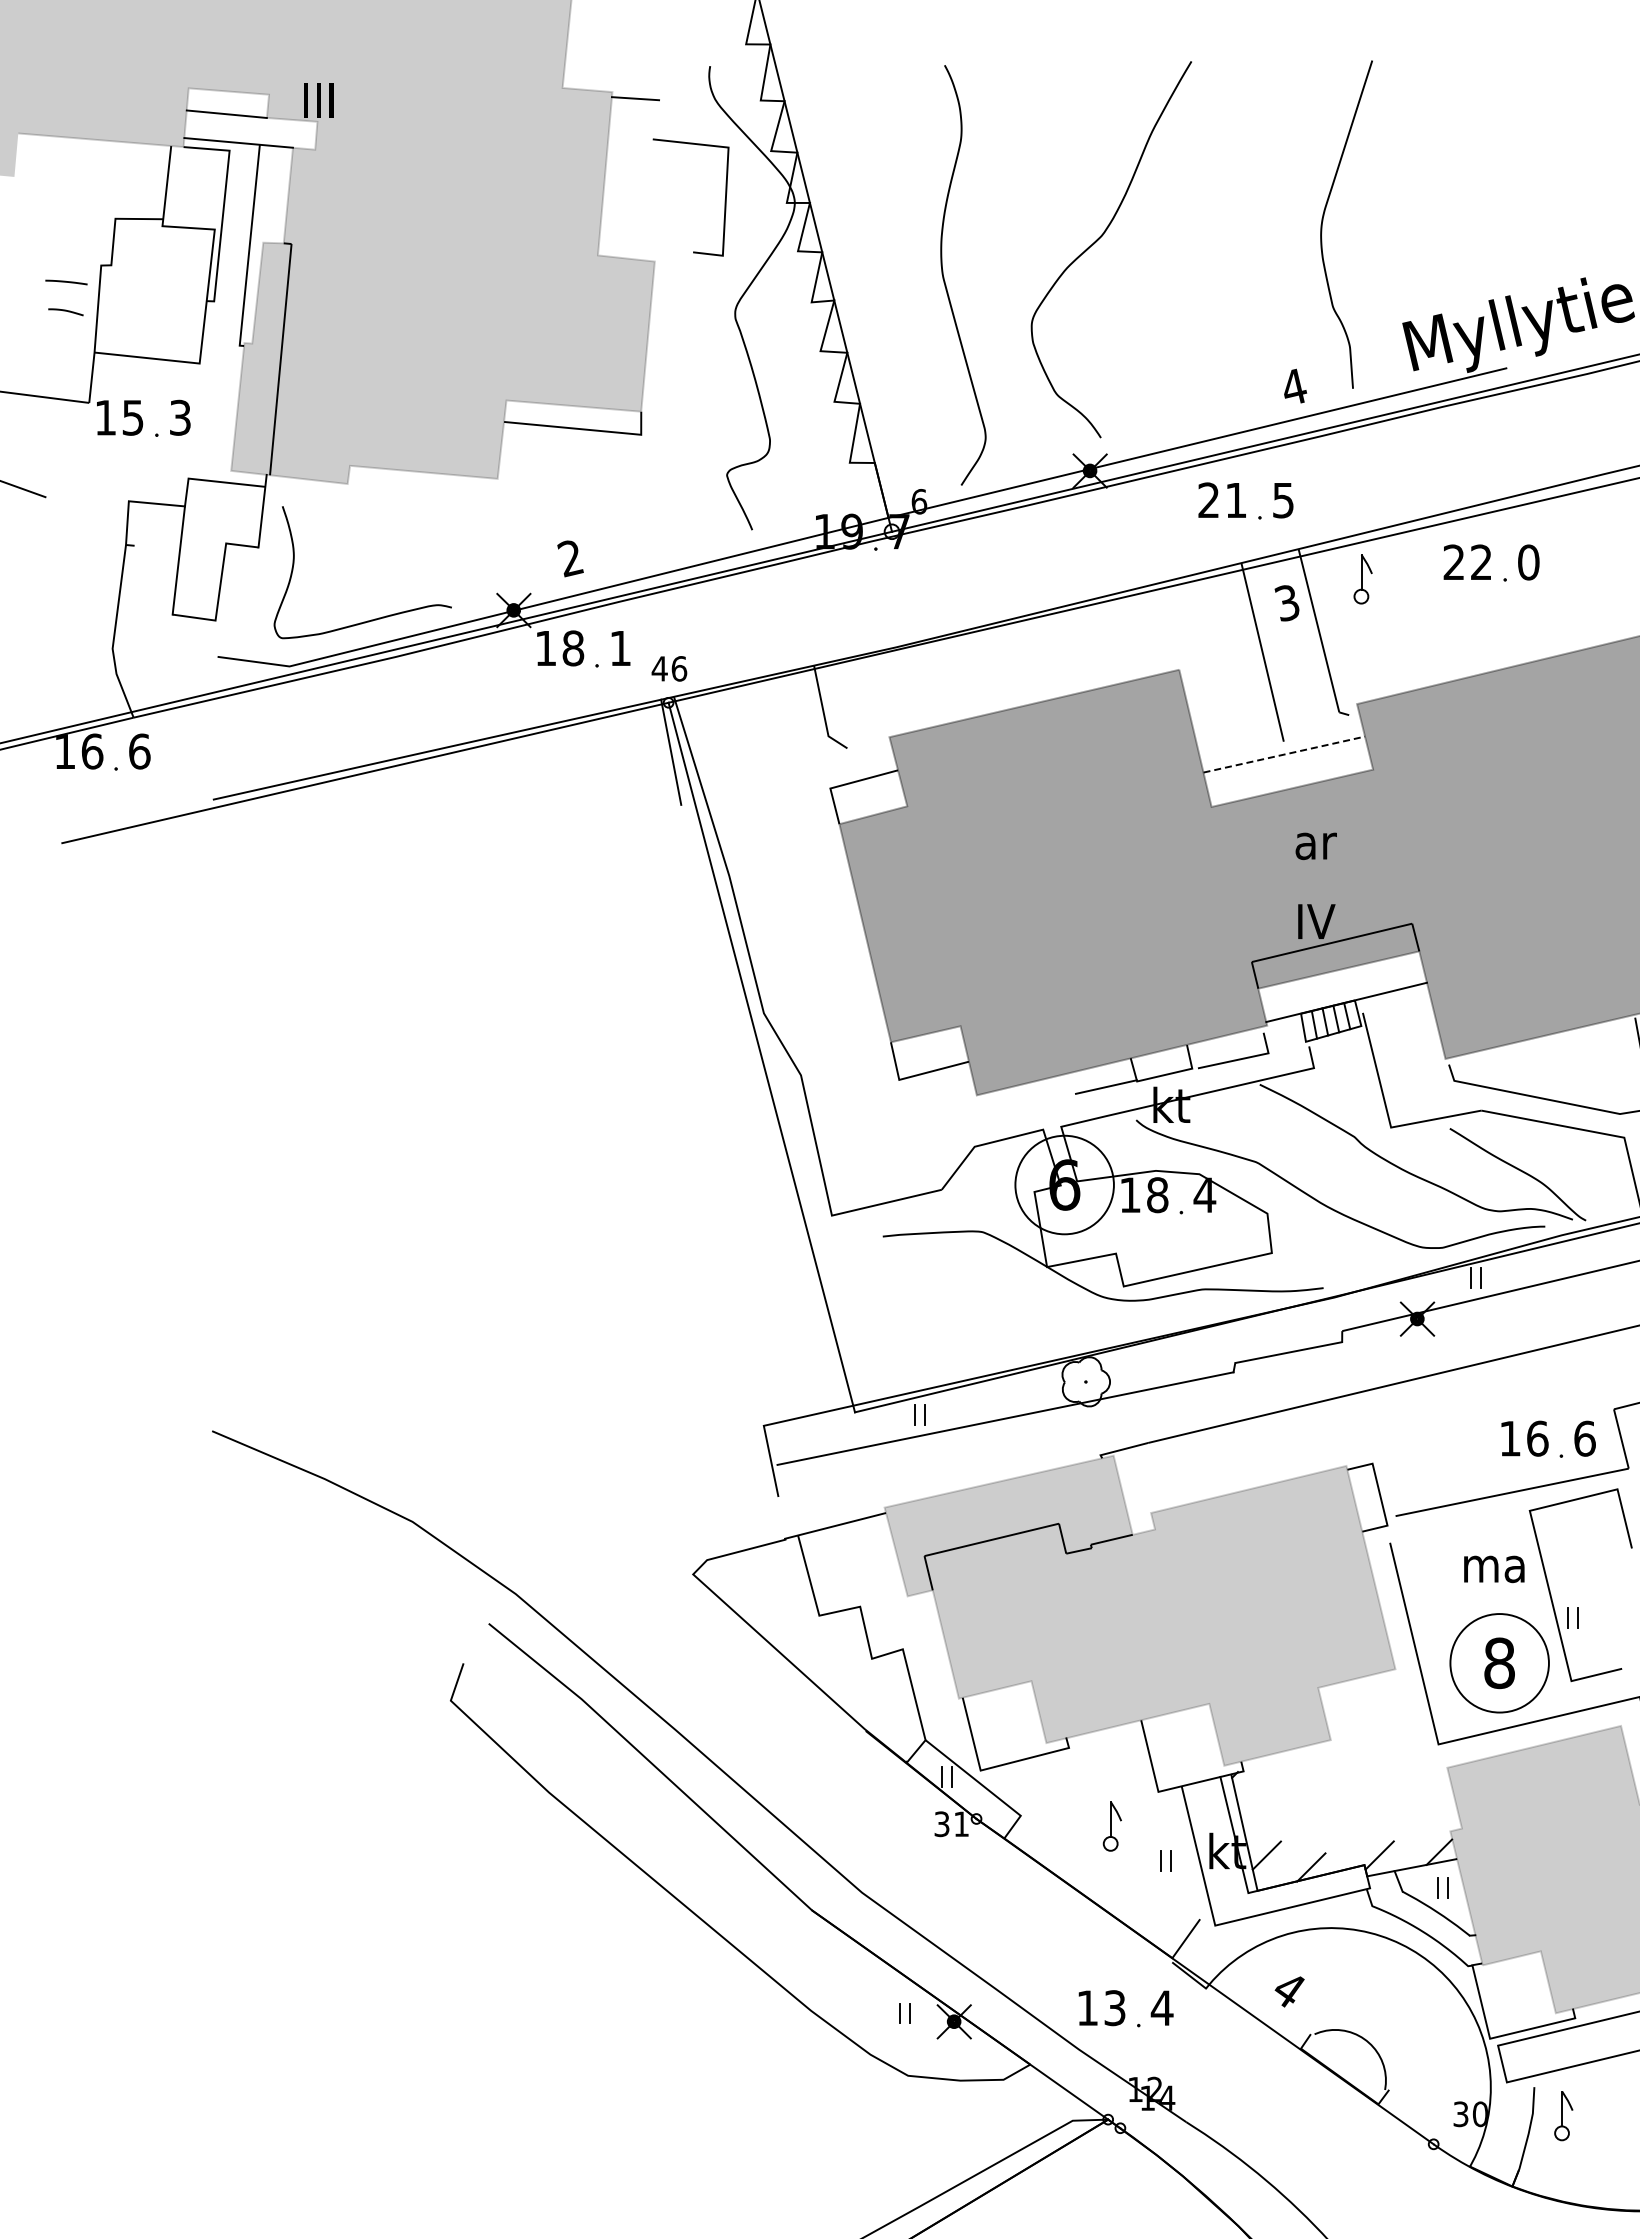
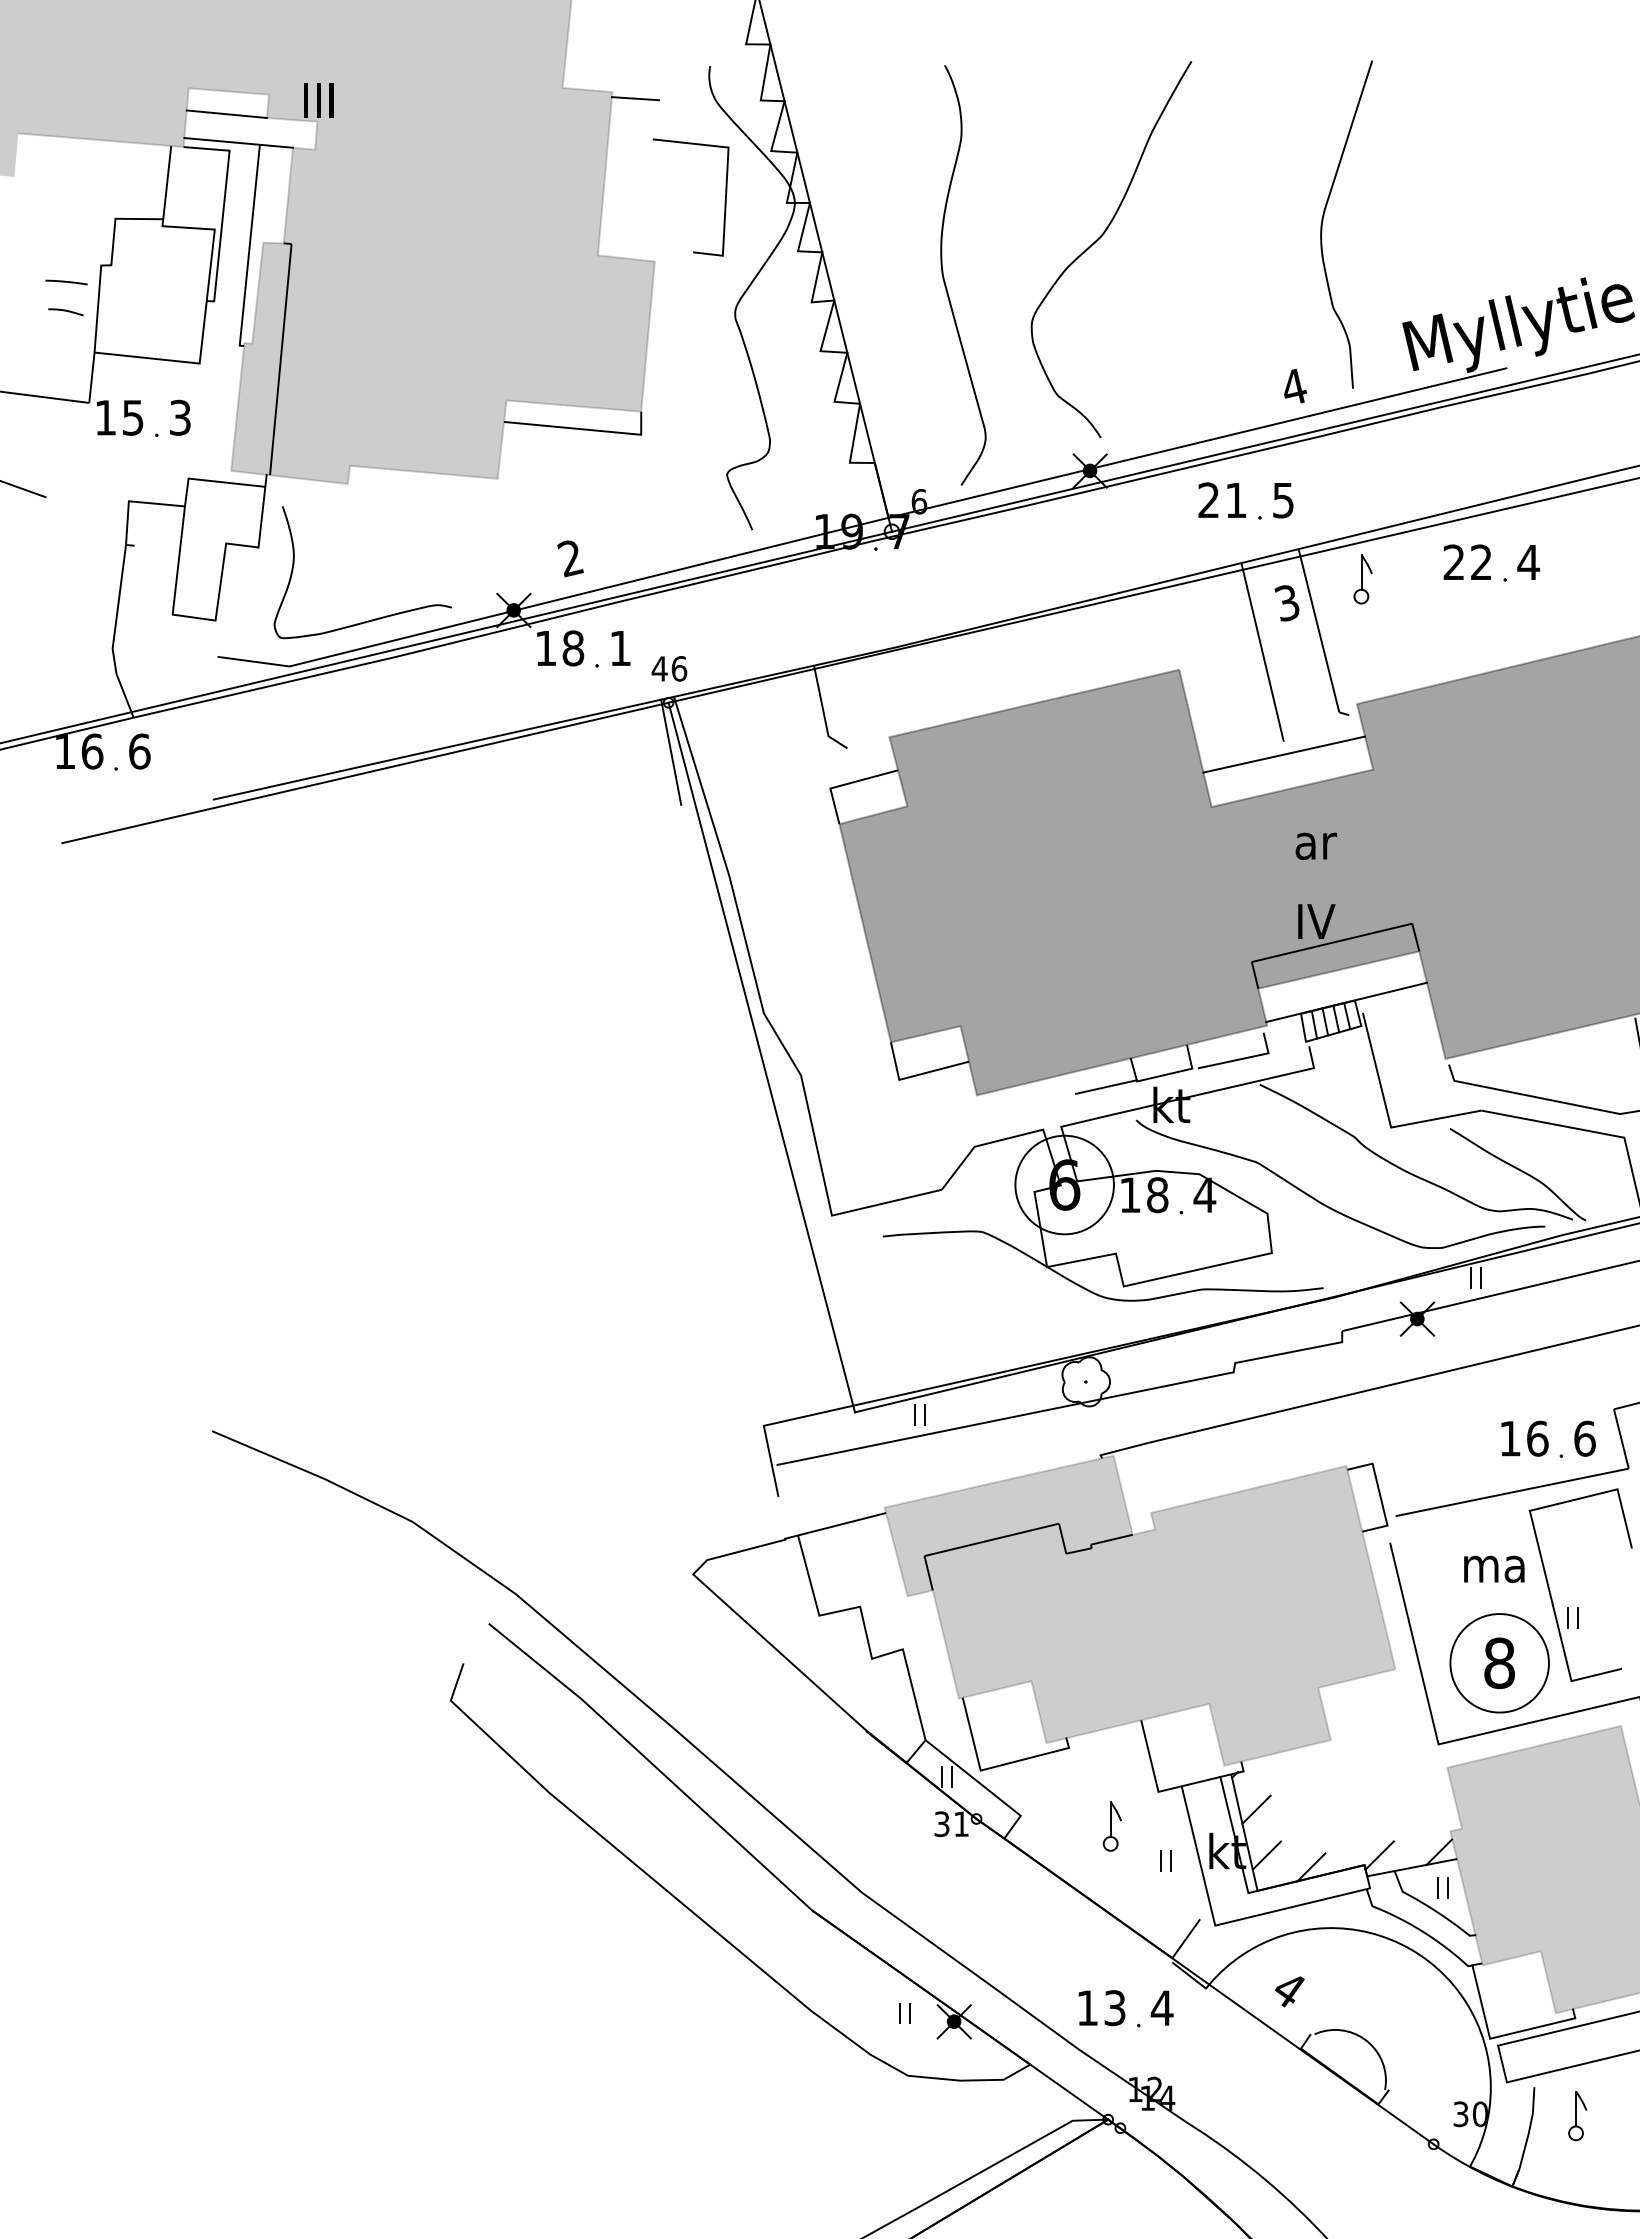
text at (1528, 562): 0 -> 4
line at (1284, 754): dashed -> solid
line at (1256, 1809): none -> present
part at (1563, 2116) position: (1563, 2116) -> (1577, 2116)
